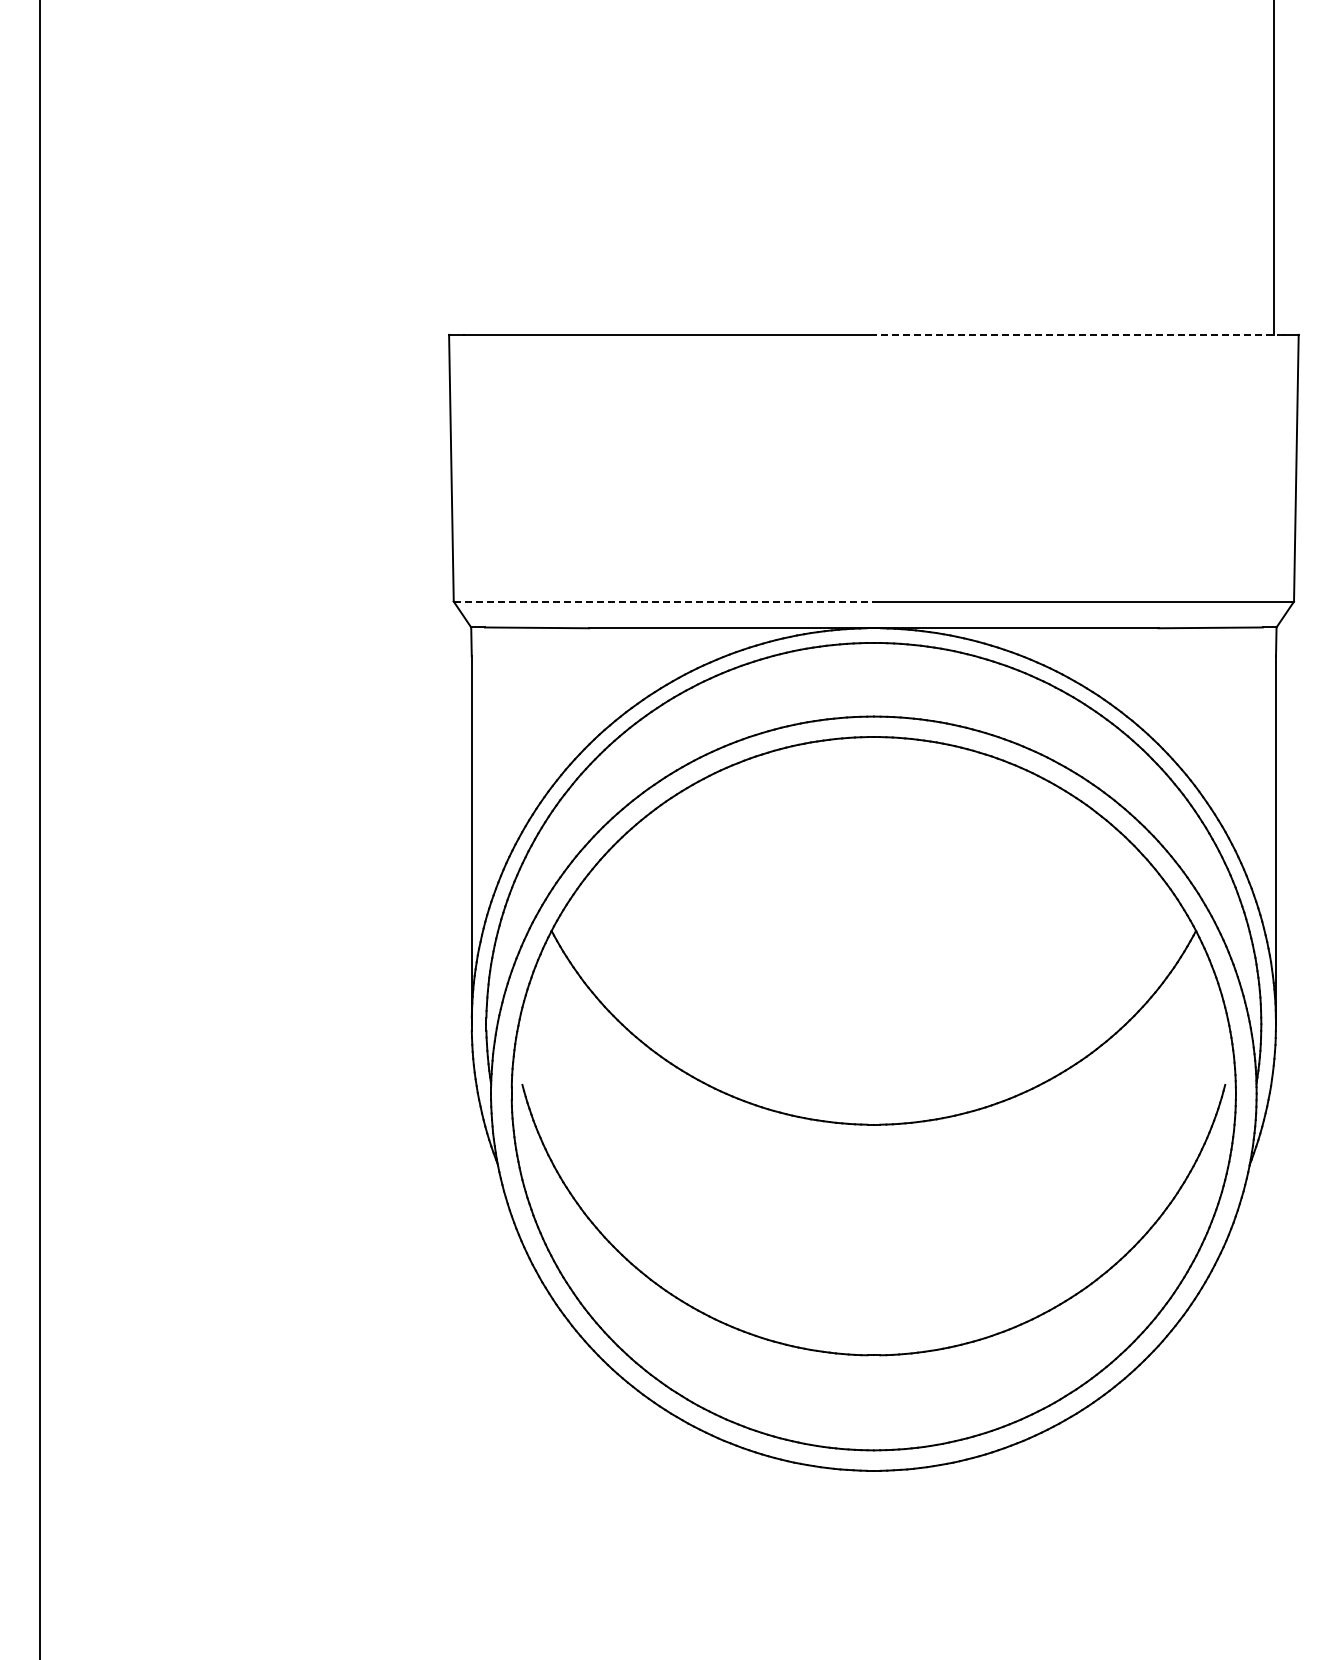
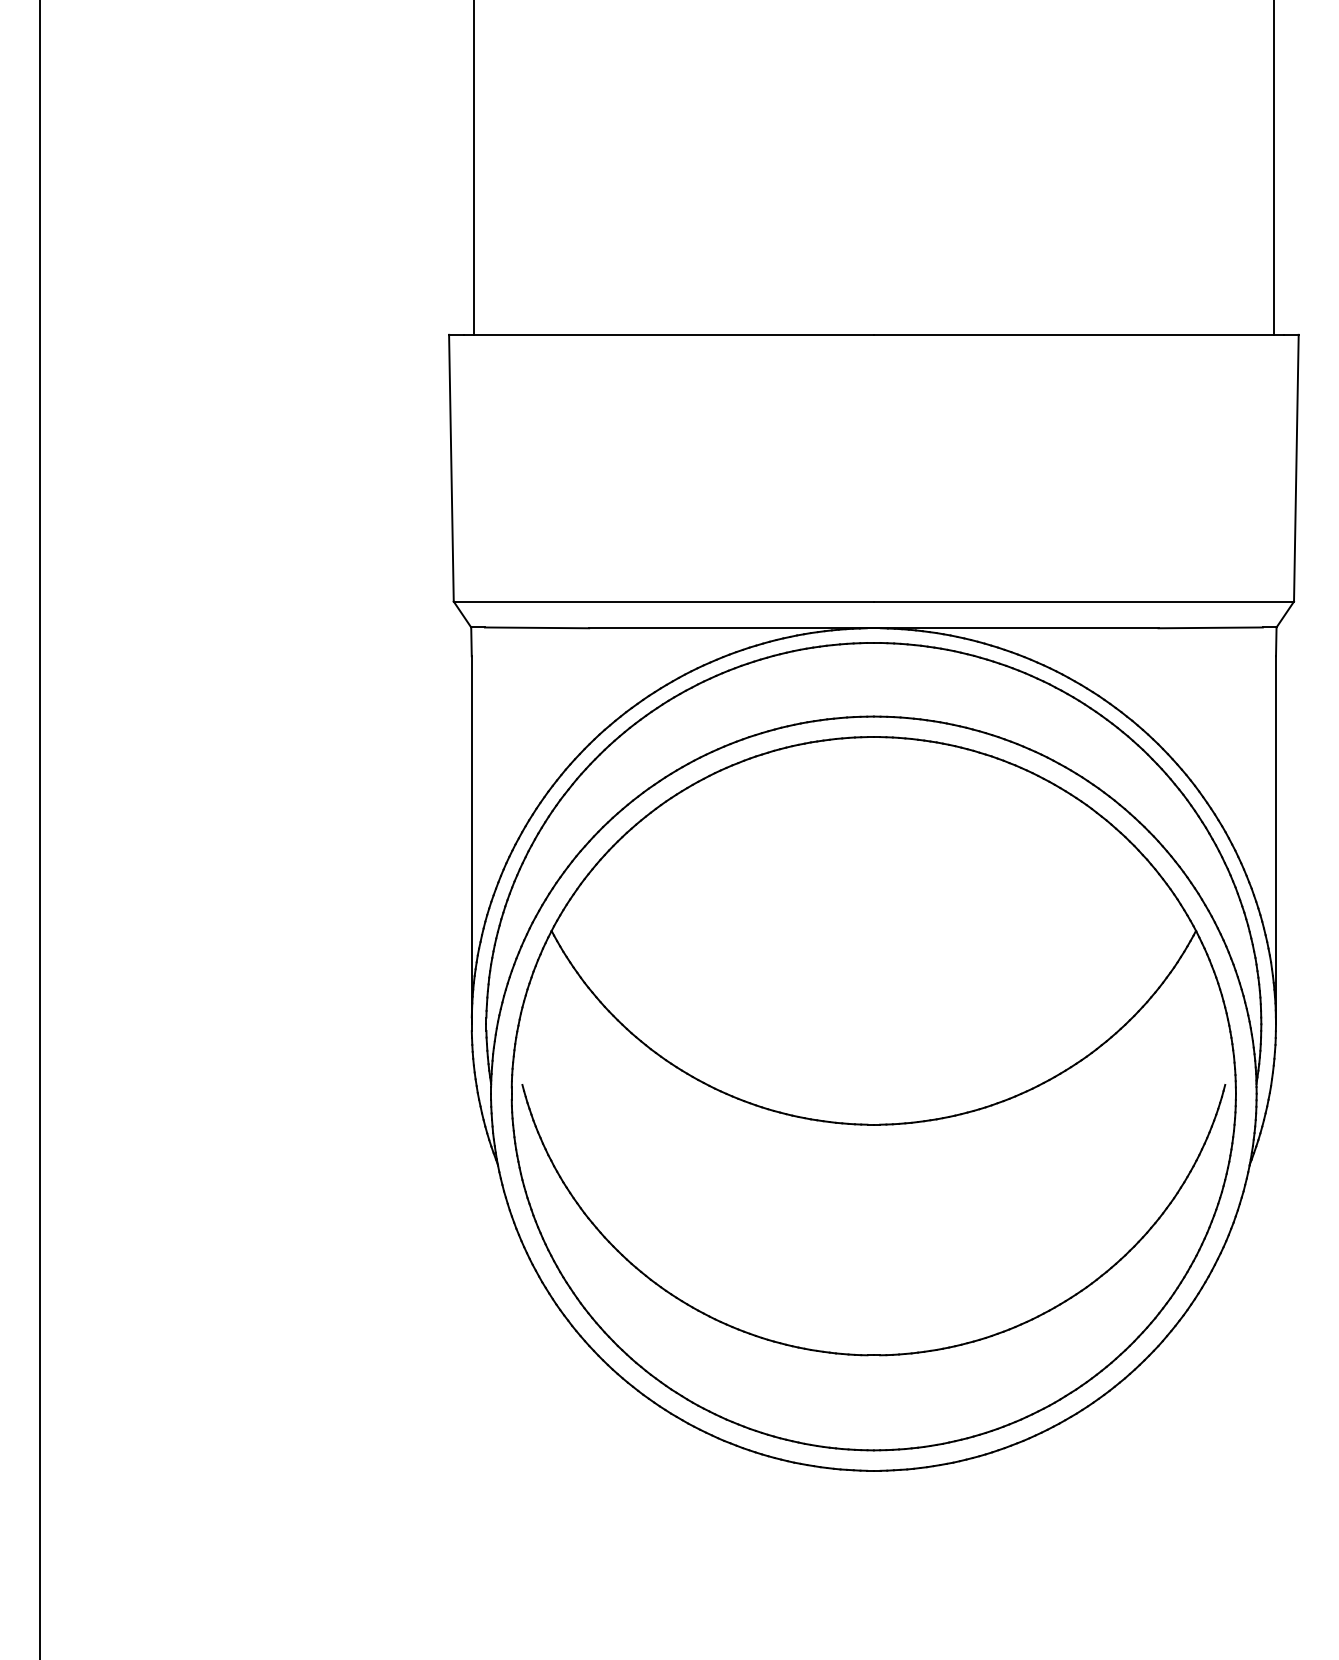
line at (473, 168): none -> present
line at (1078, 334): dashed -> solid
line at (664, 601): dashed -> solid
